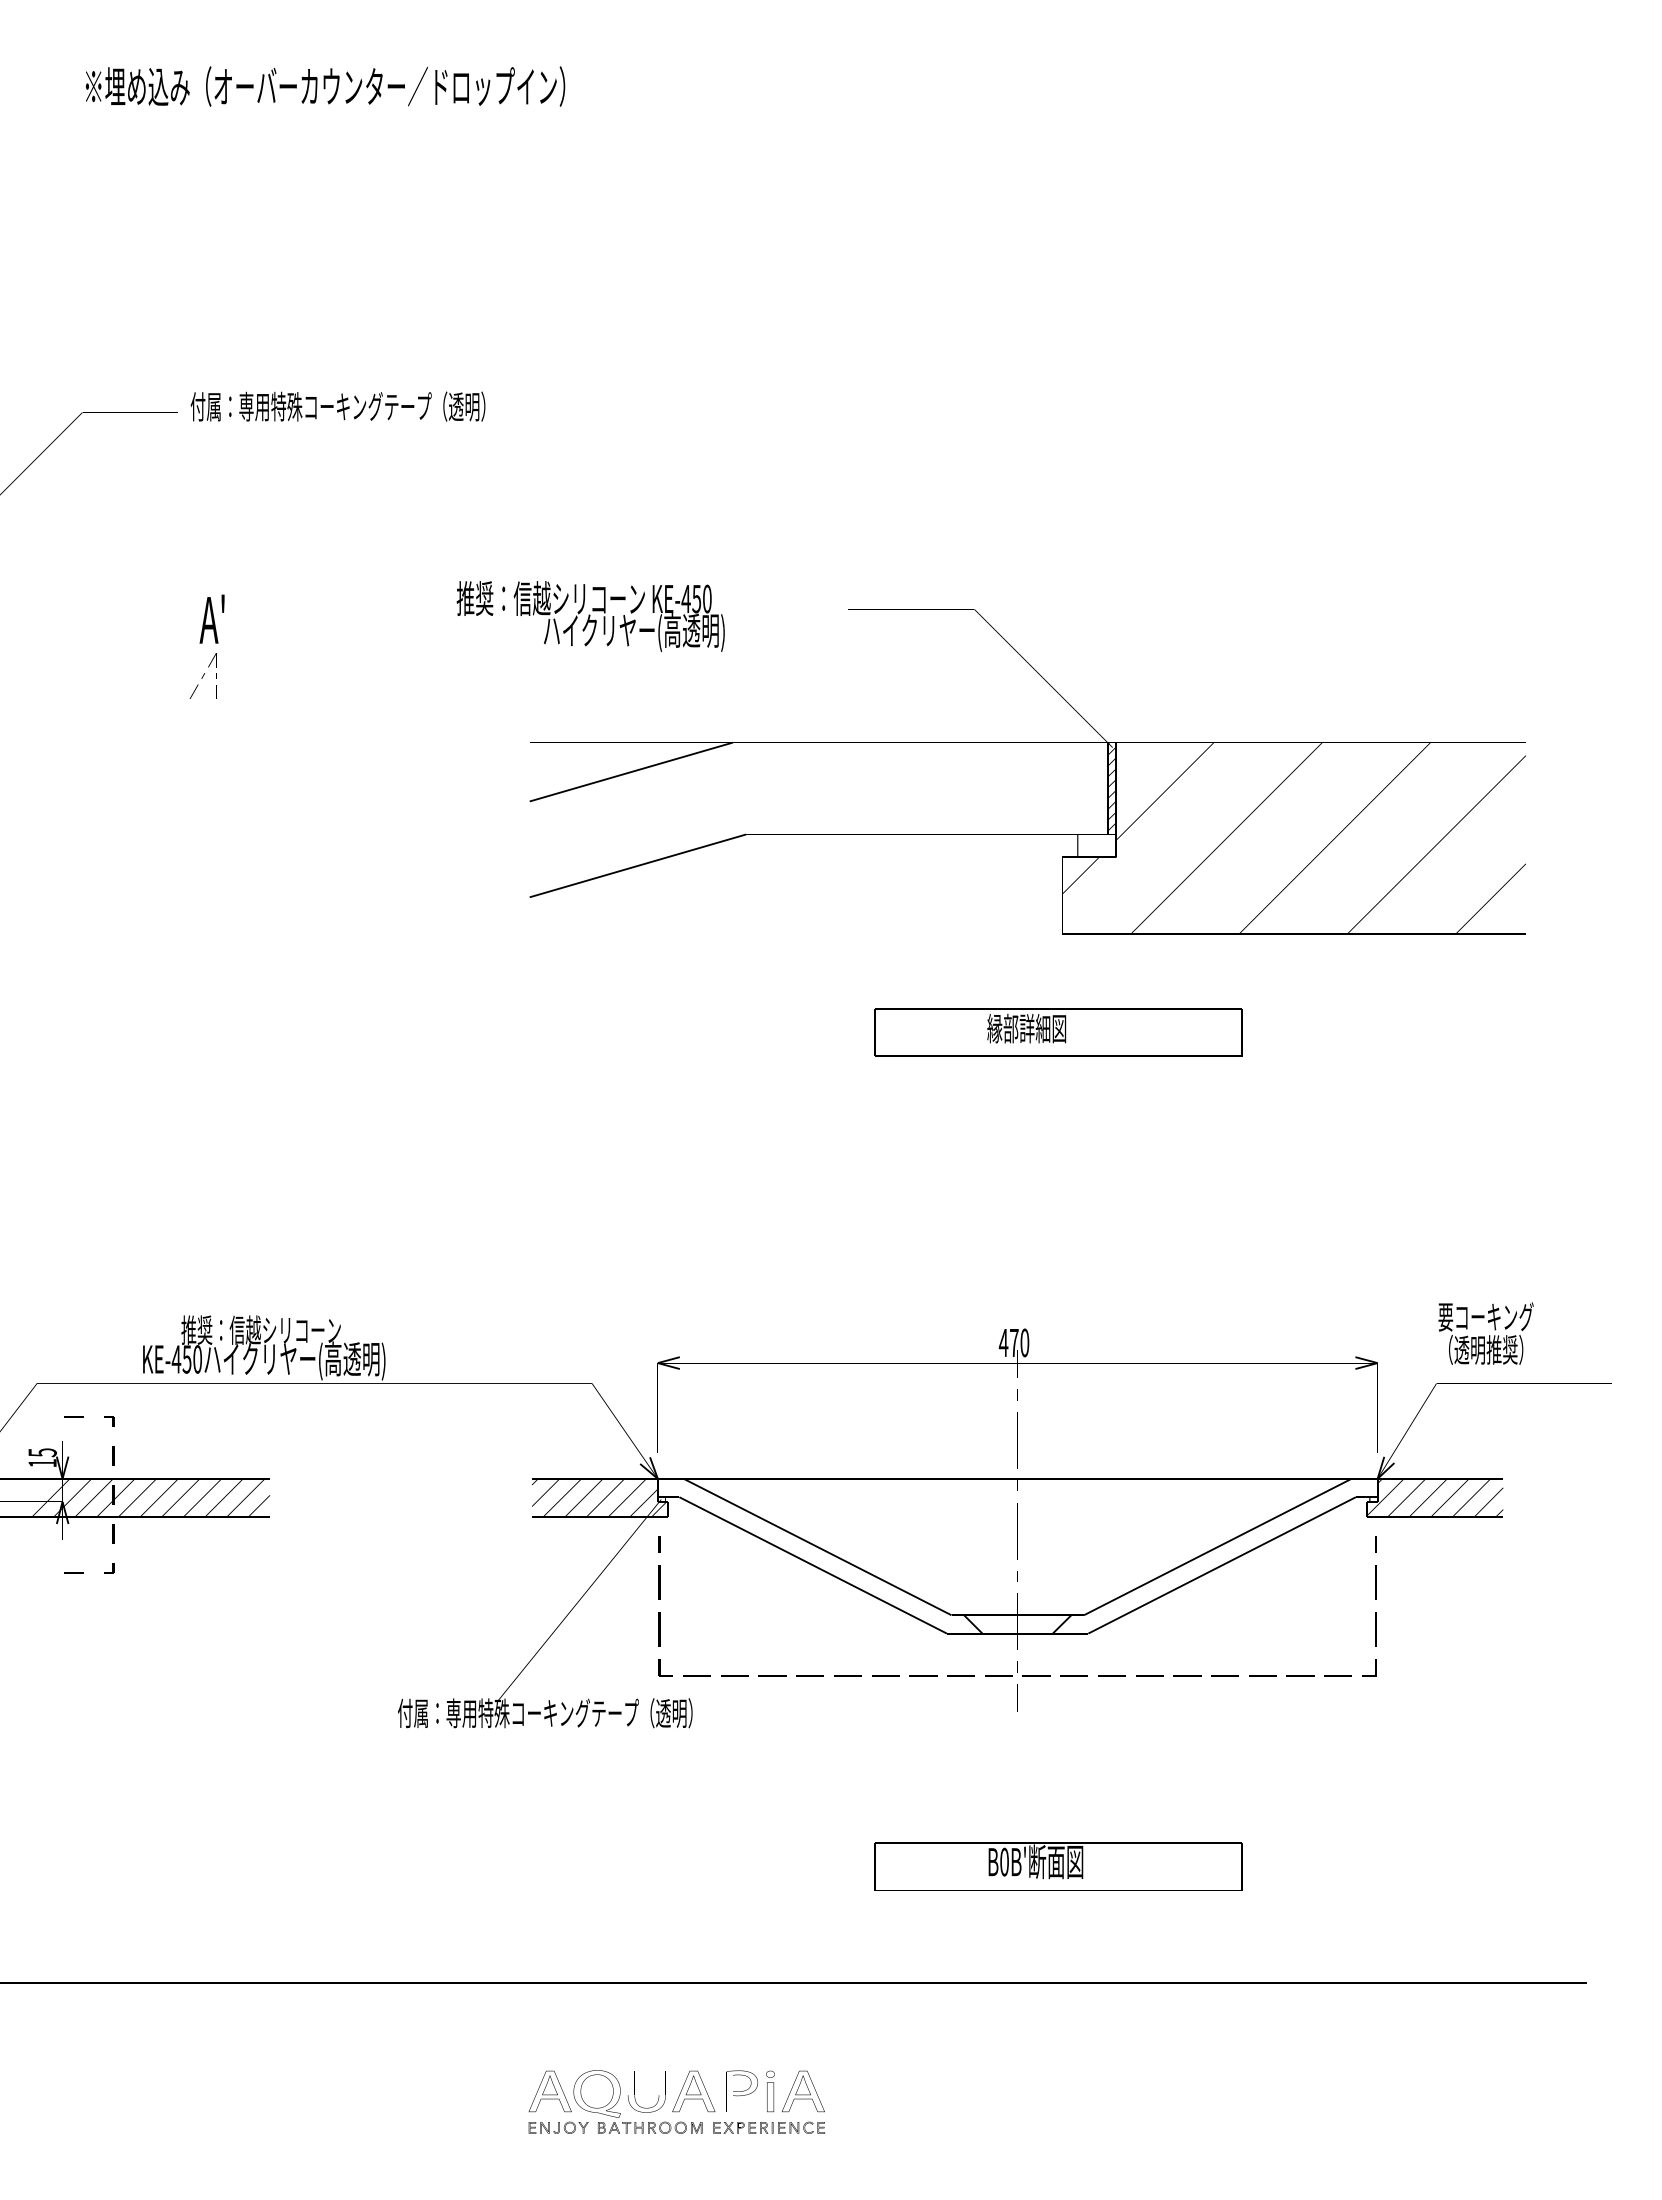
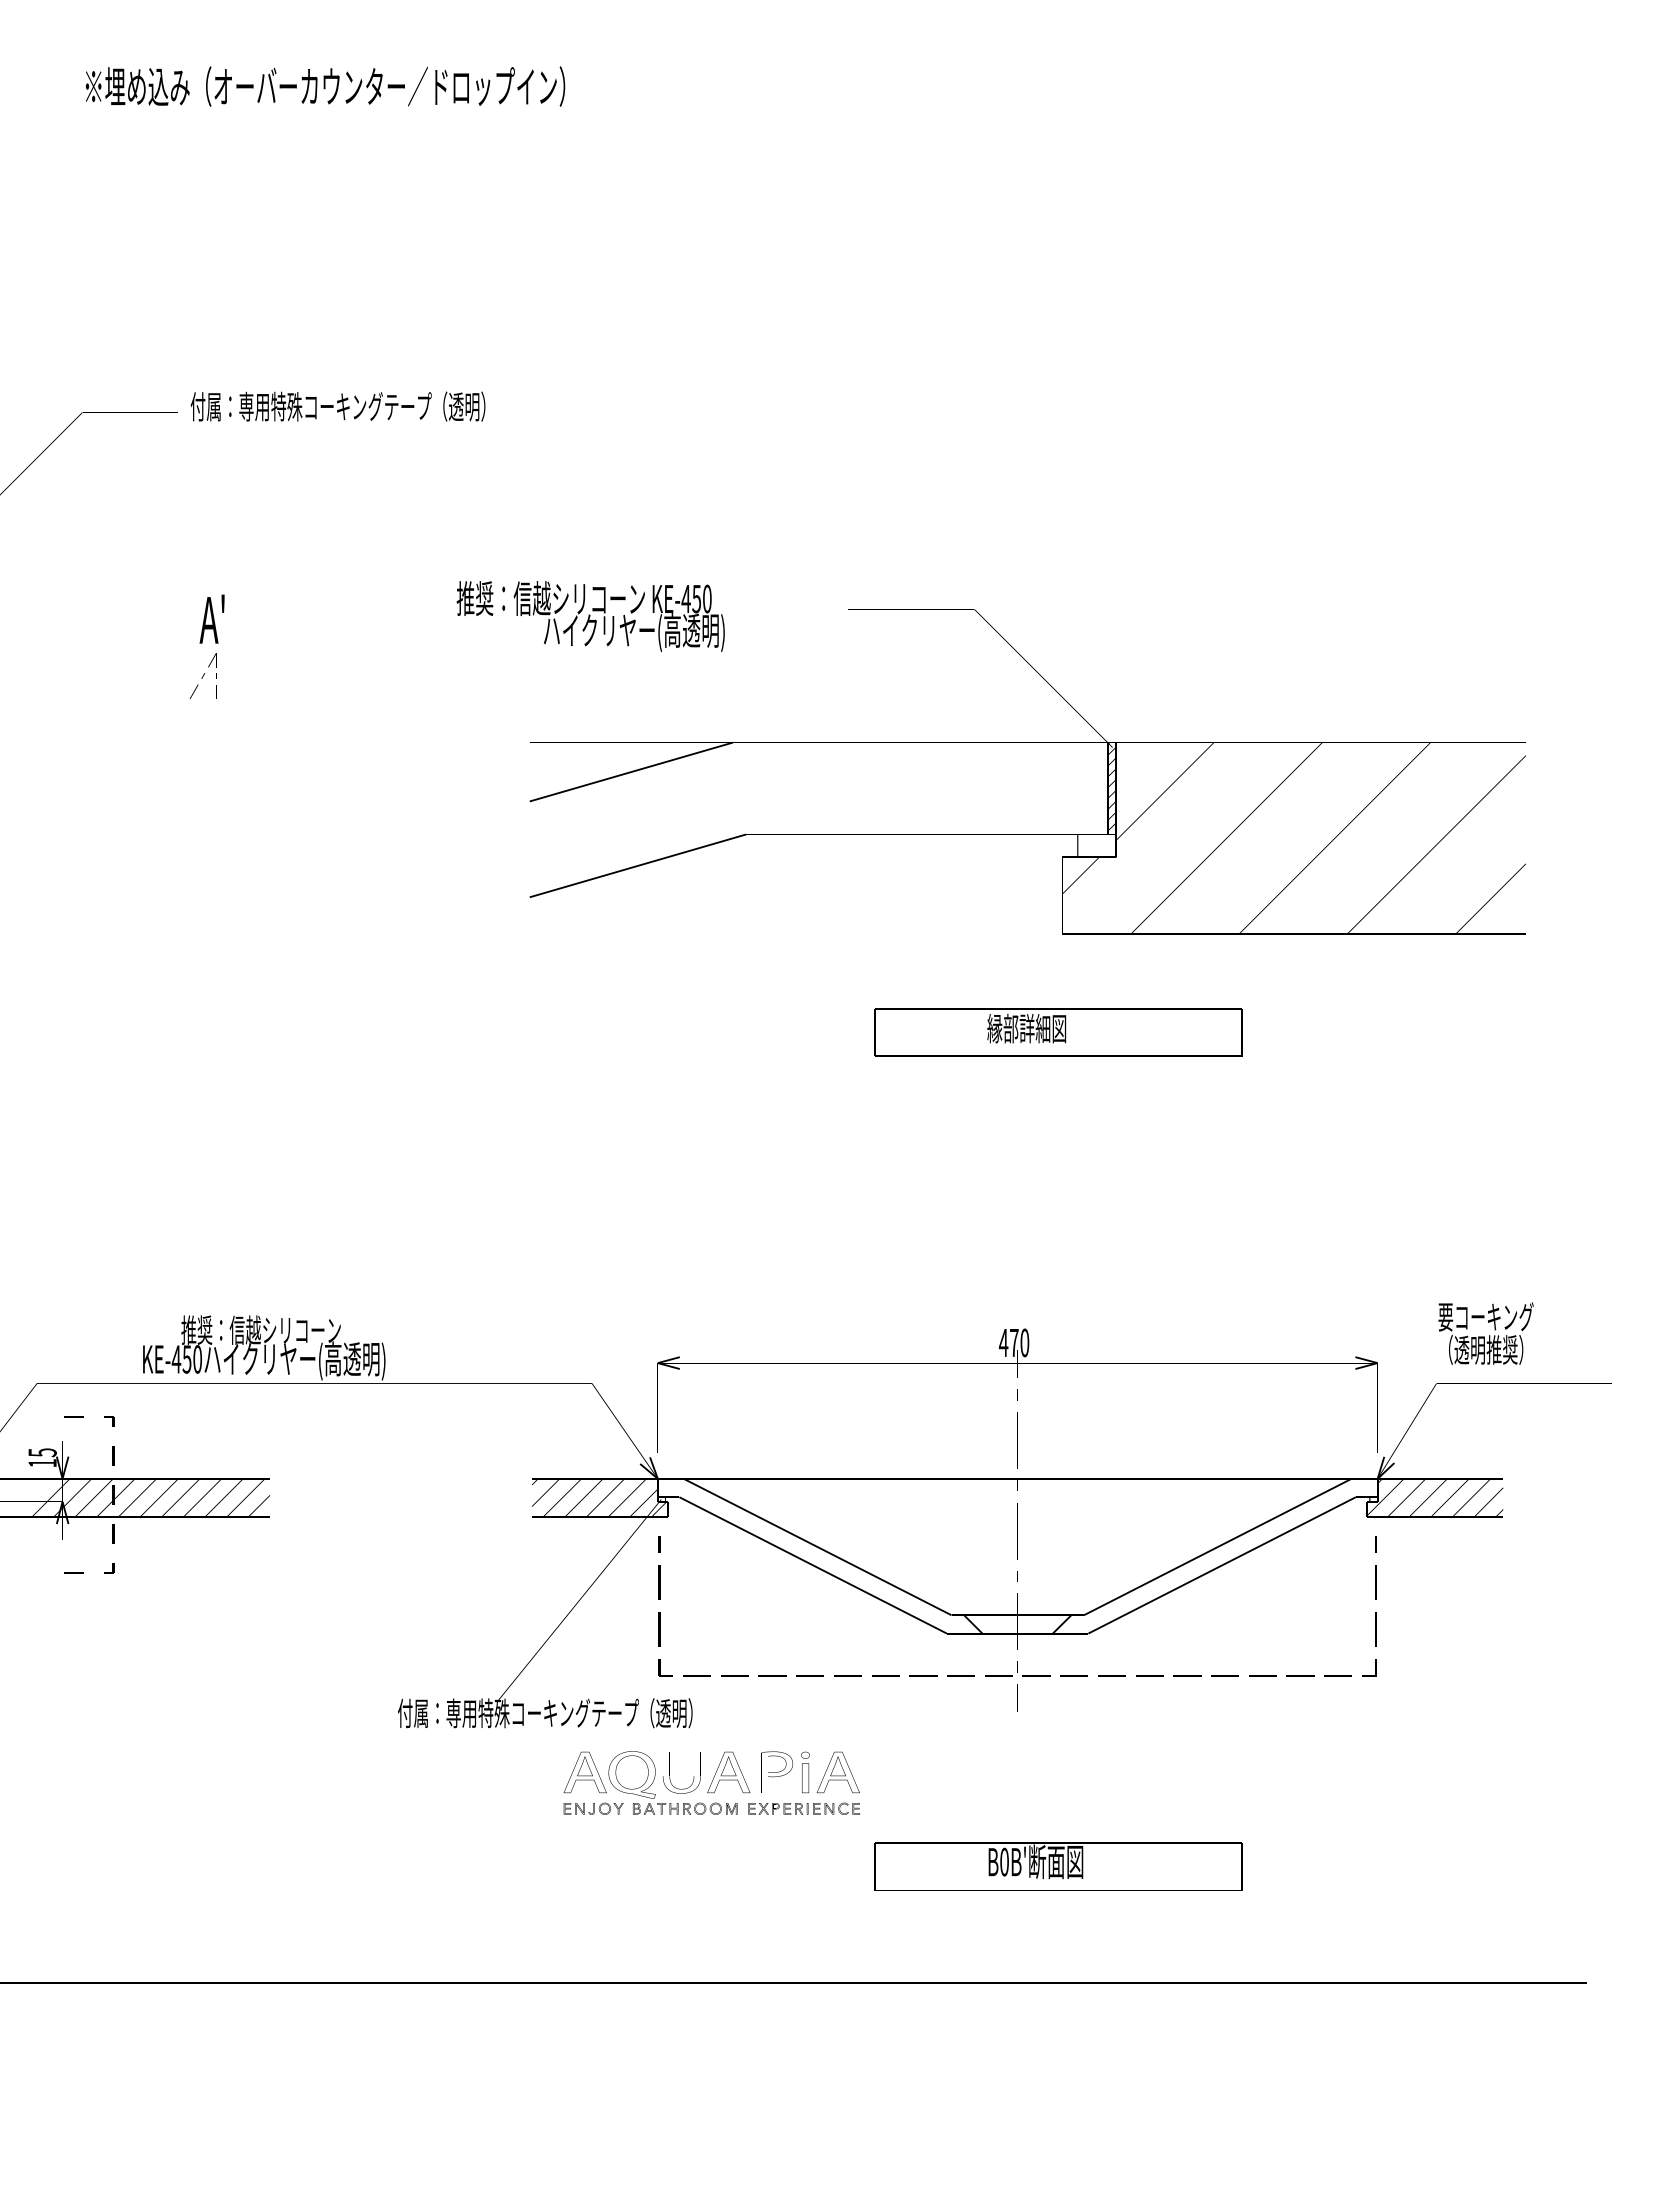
part at (676, 2101) position: (676, 2101) -> (711, 1782)
